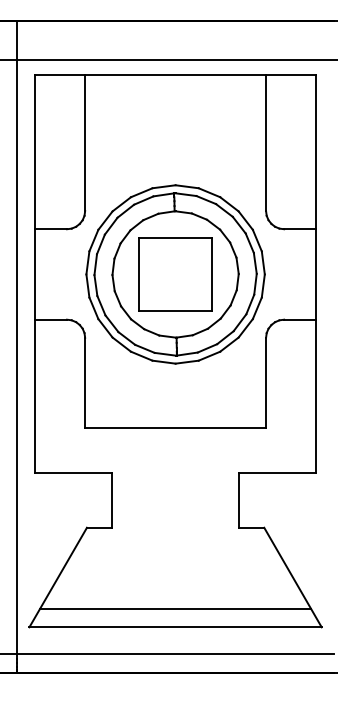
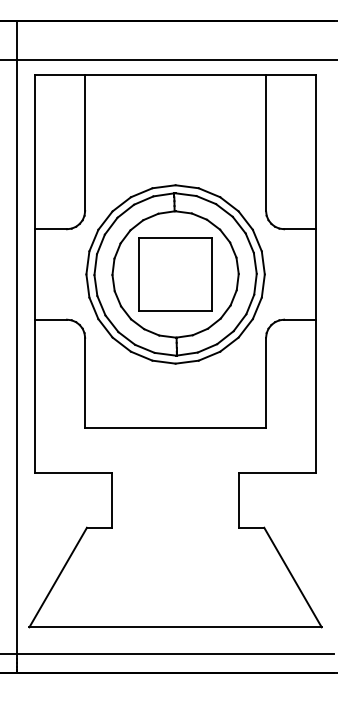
line at (175, 609): present -> none
